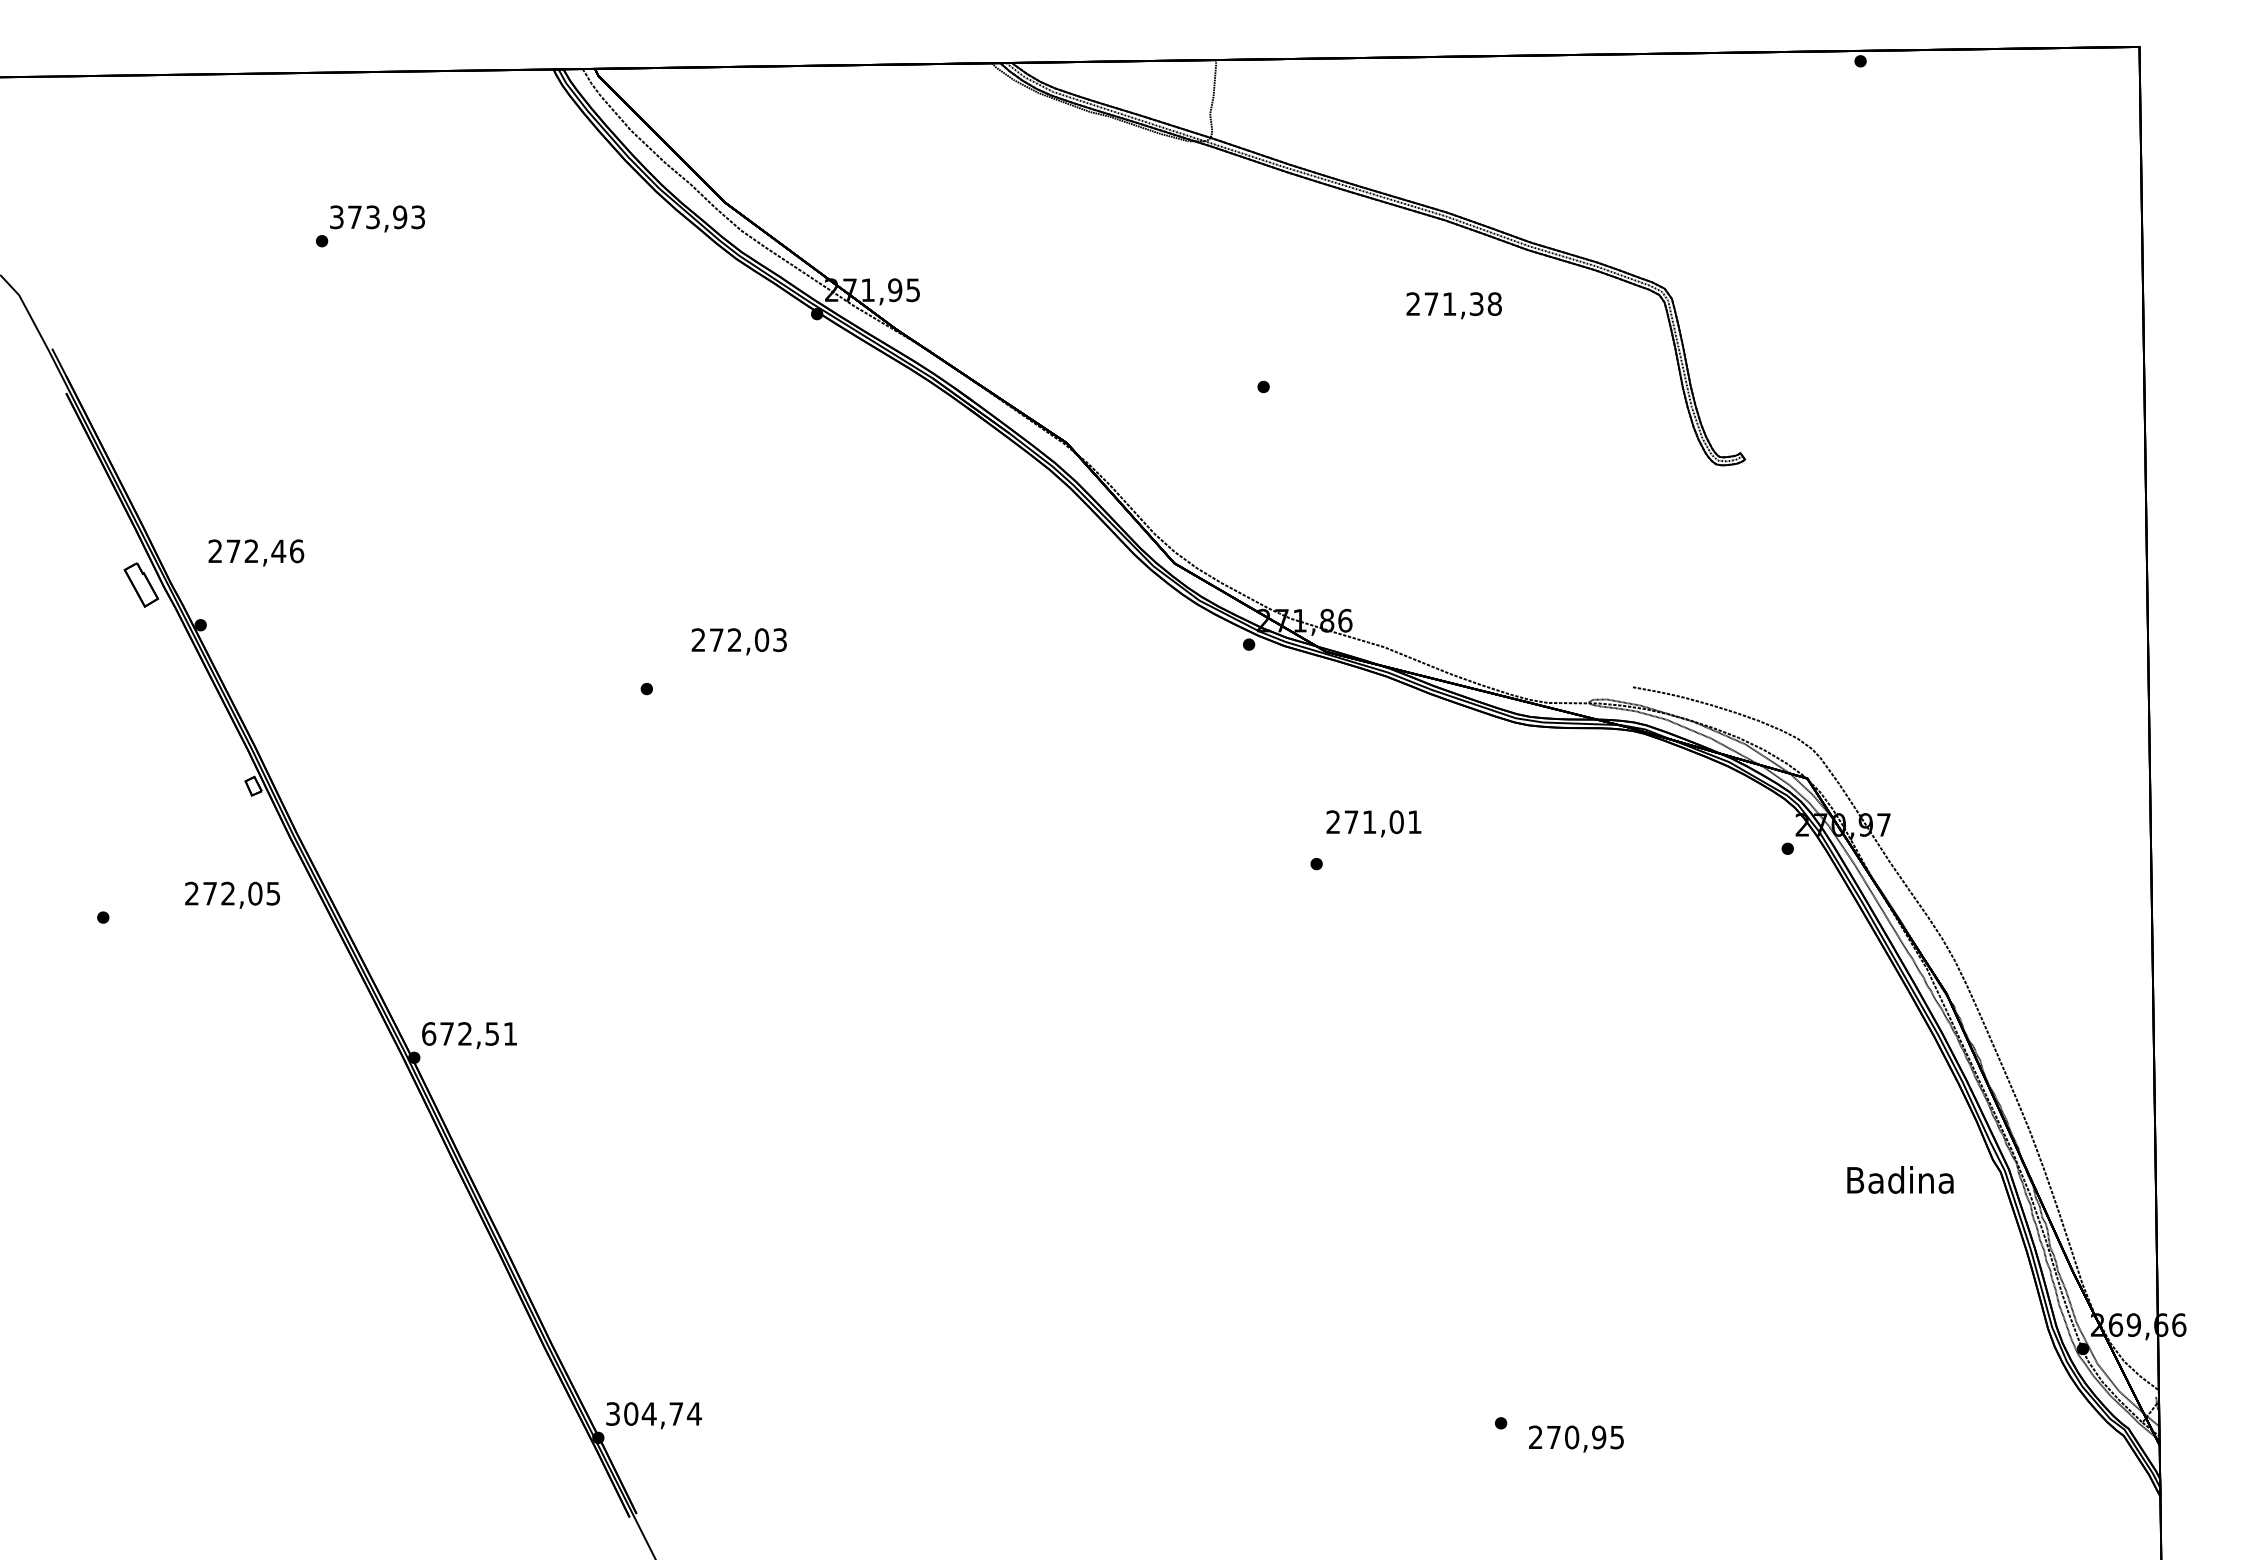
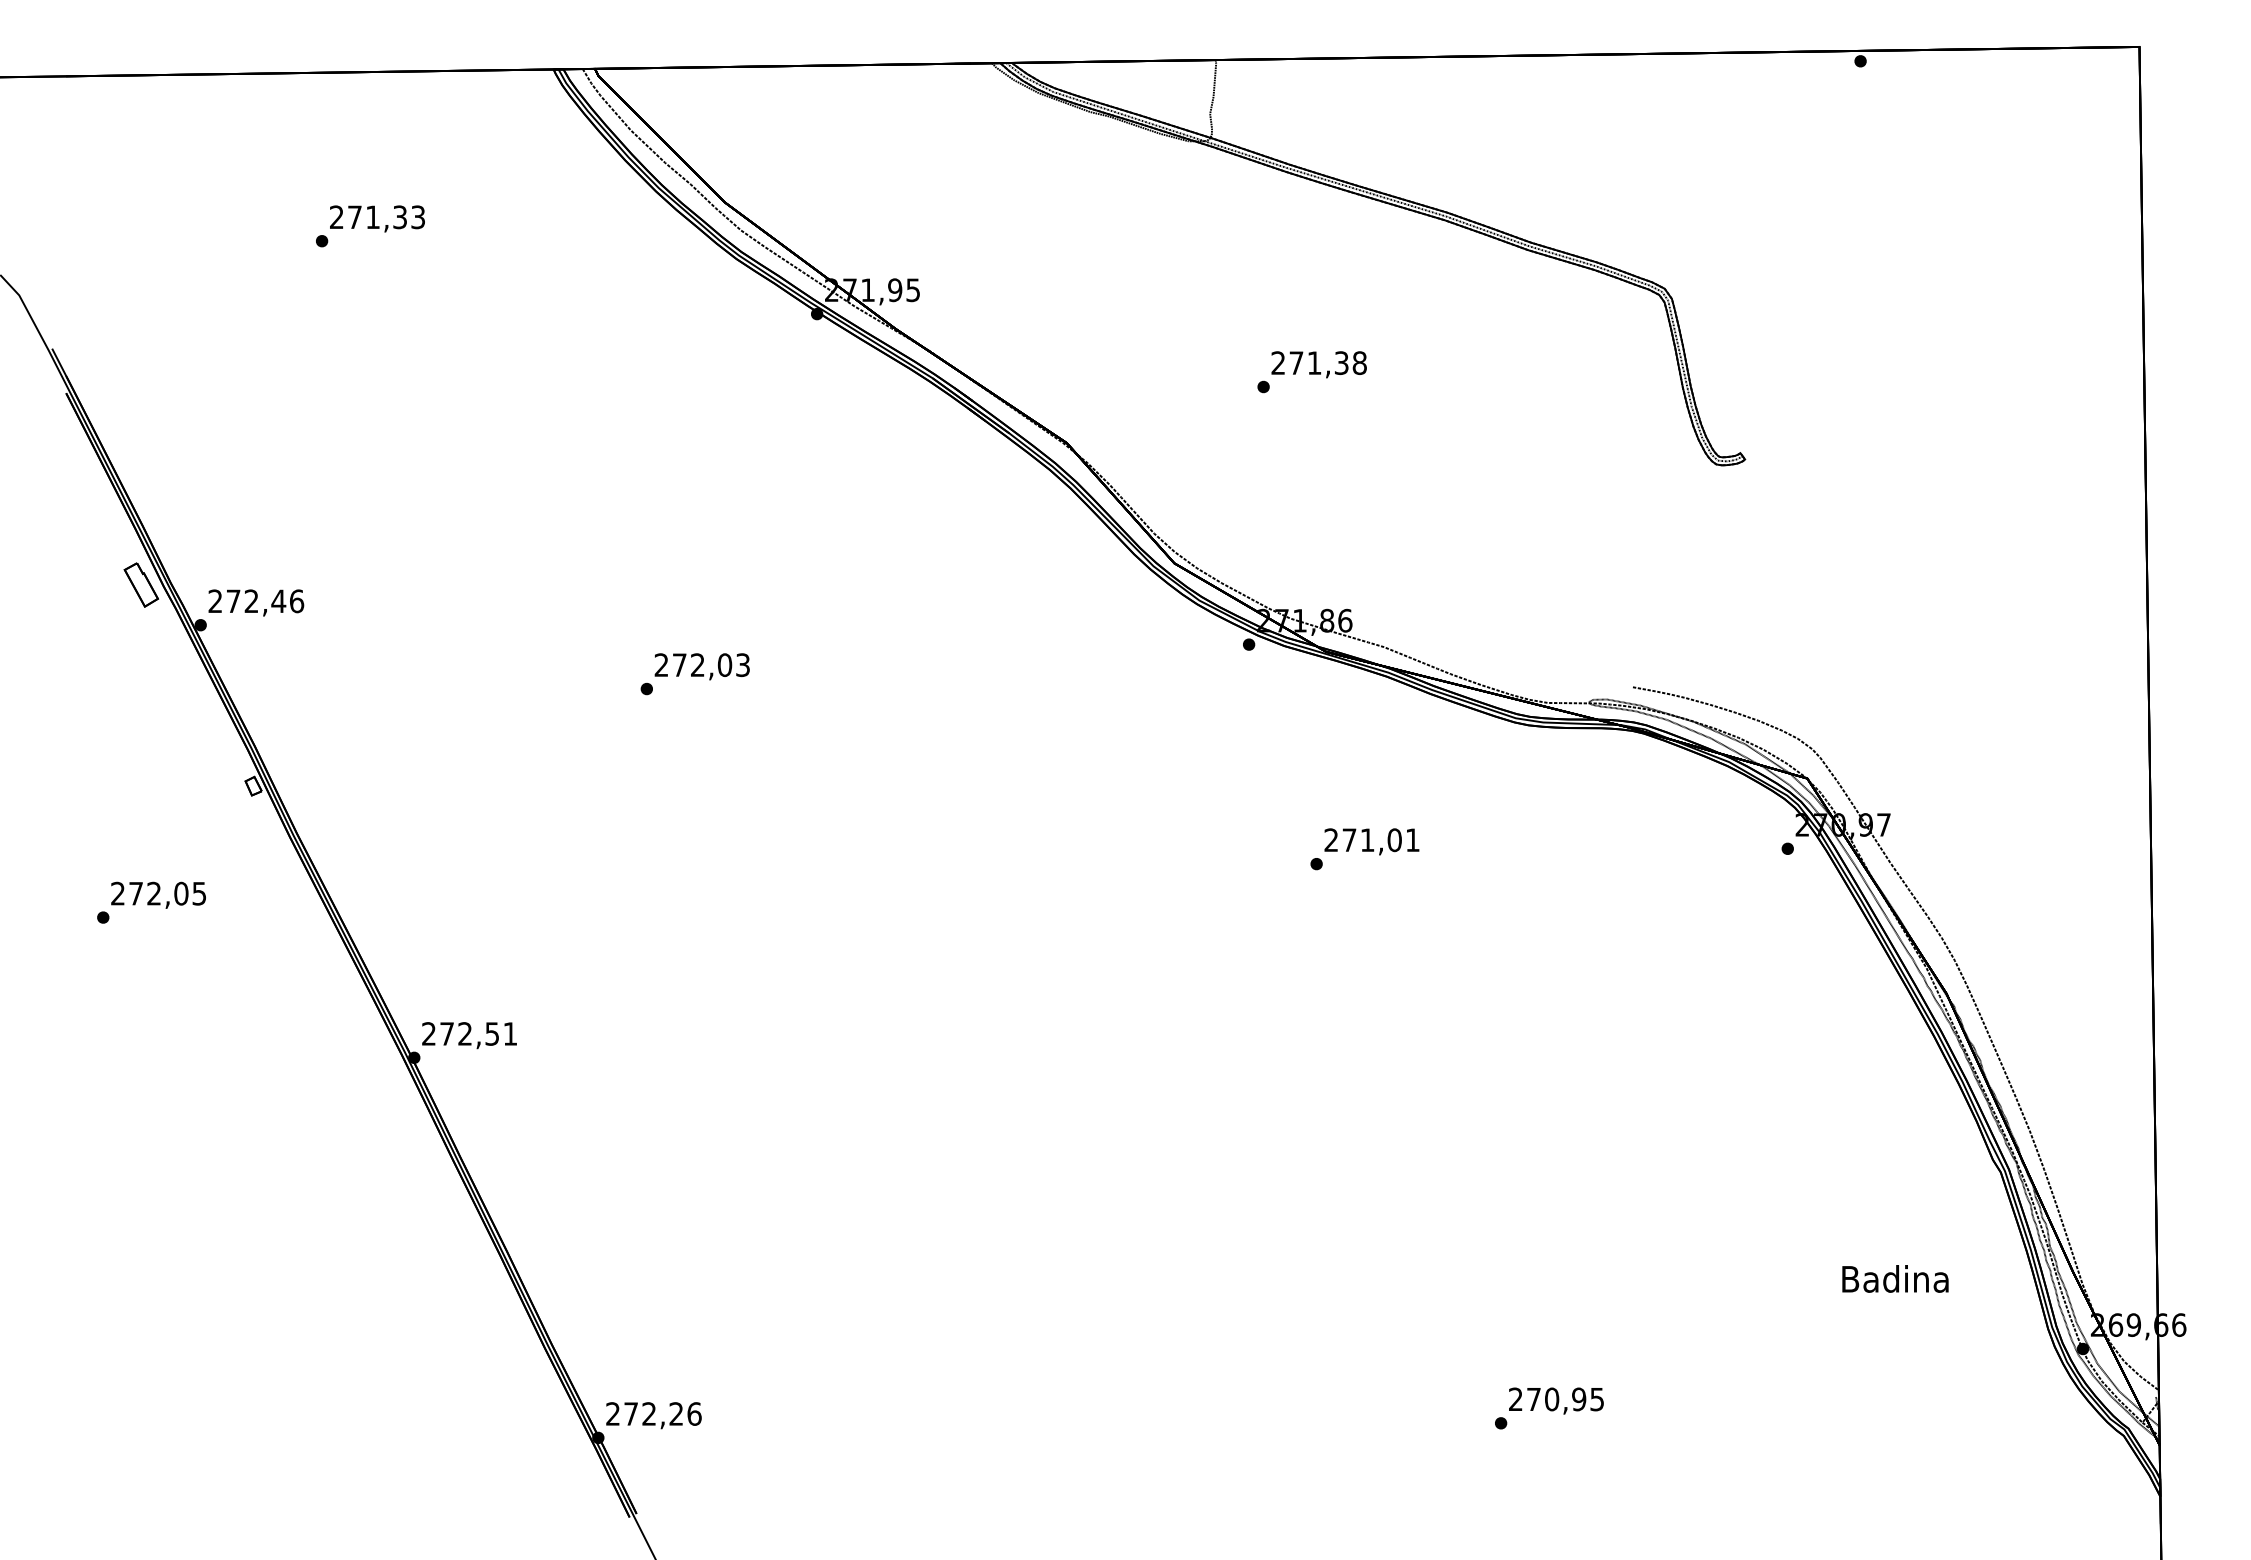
text at (368, 217): 373,93 -> 271,33
text at (1453, 305) position: (1453, 305) -> (1318, 364)
text at (256, 552) position: (256, 552) -> (256, 602)
text at (738, 641) position: (738, 641) -> (701, 666)
text at (1373, 823) position: (1373, 823) -> (1371, 841)
text at (232, 894) position: (232, 894) -> (158, 894)
text at (429, 1033): 672,51 -> 272,51
text at (1900, 1179) position: (1900, 1179) -> (1895, 1278)
text at (653, 1413): 304,74 -> 272,26
text at (1576, 1438) position: (1576, 1438) -> (1556, 1400)
